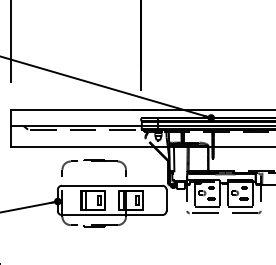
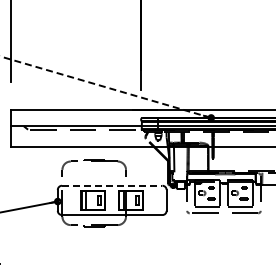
line at (105, 87): solid -> dashed
line at (112, 185): solid -> dashed
